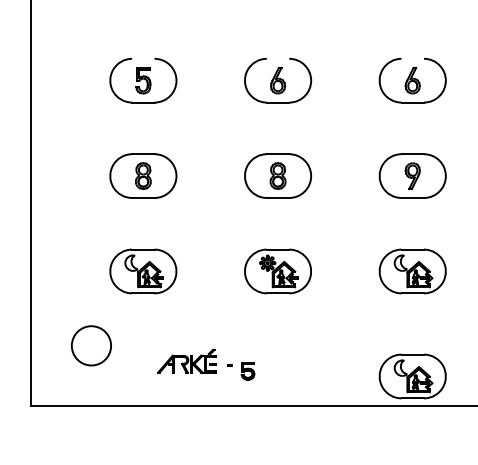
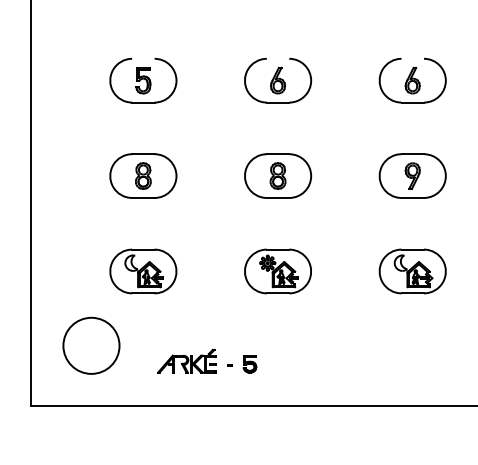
circle at (91, 345) diameter: 39 px -> 56 px
part at (247, 371) position: (247, 371) -> (249, 364)
part at (412, 376): present -> none
